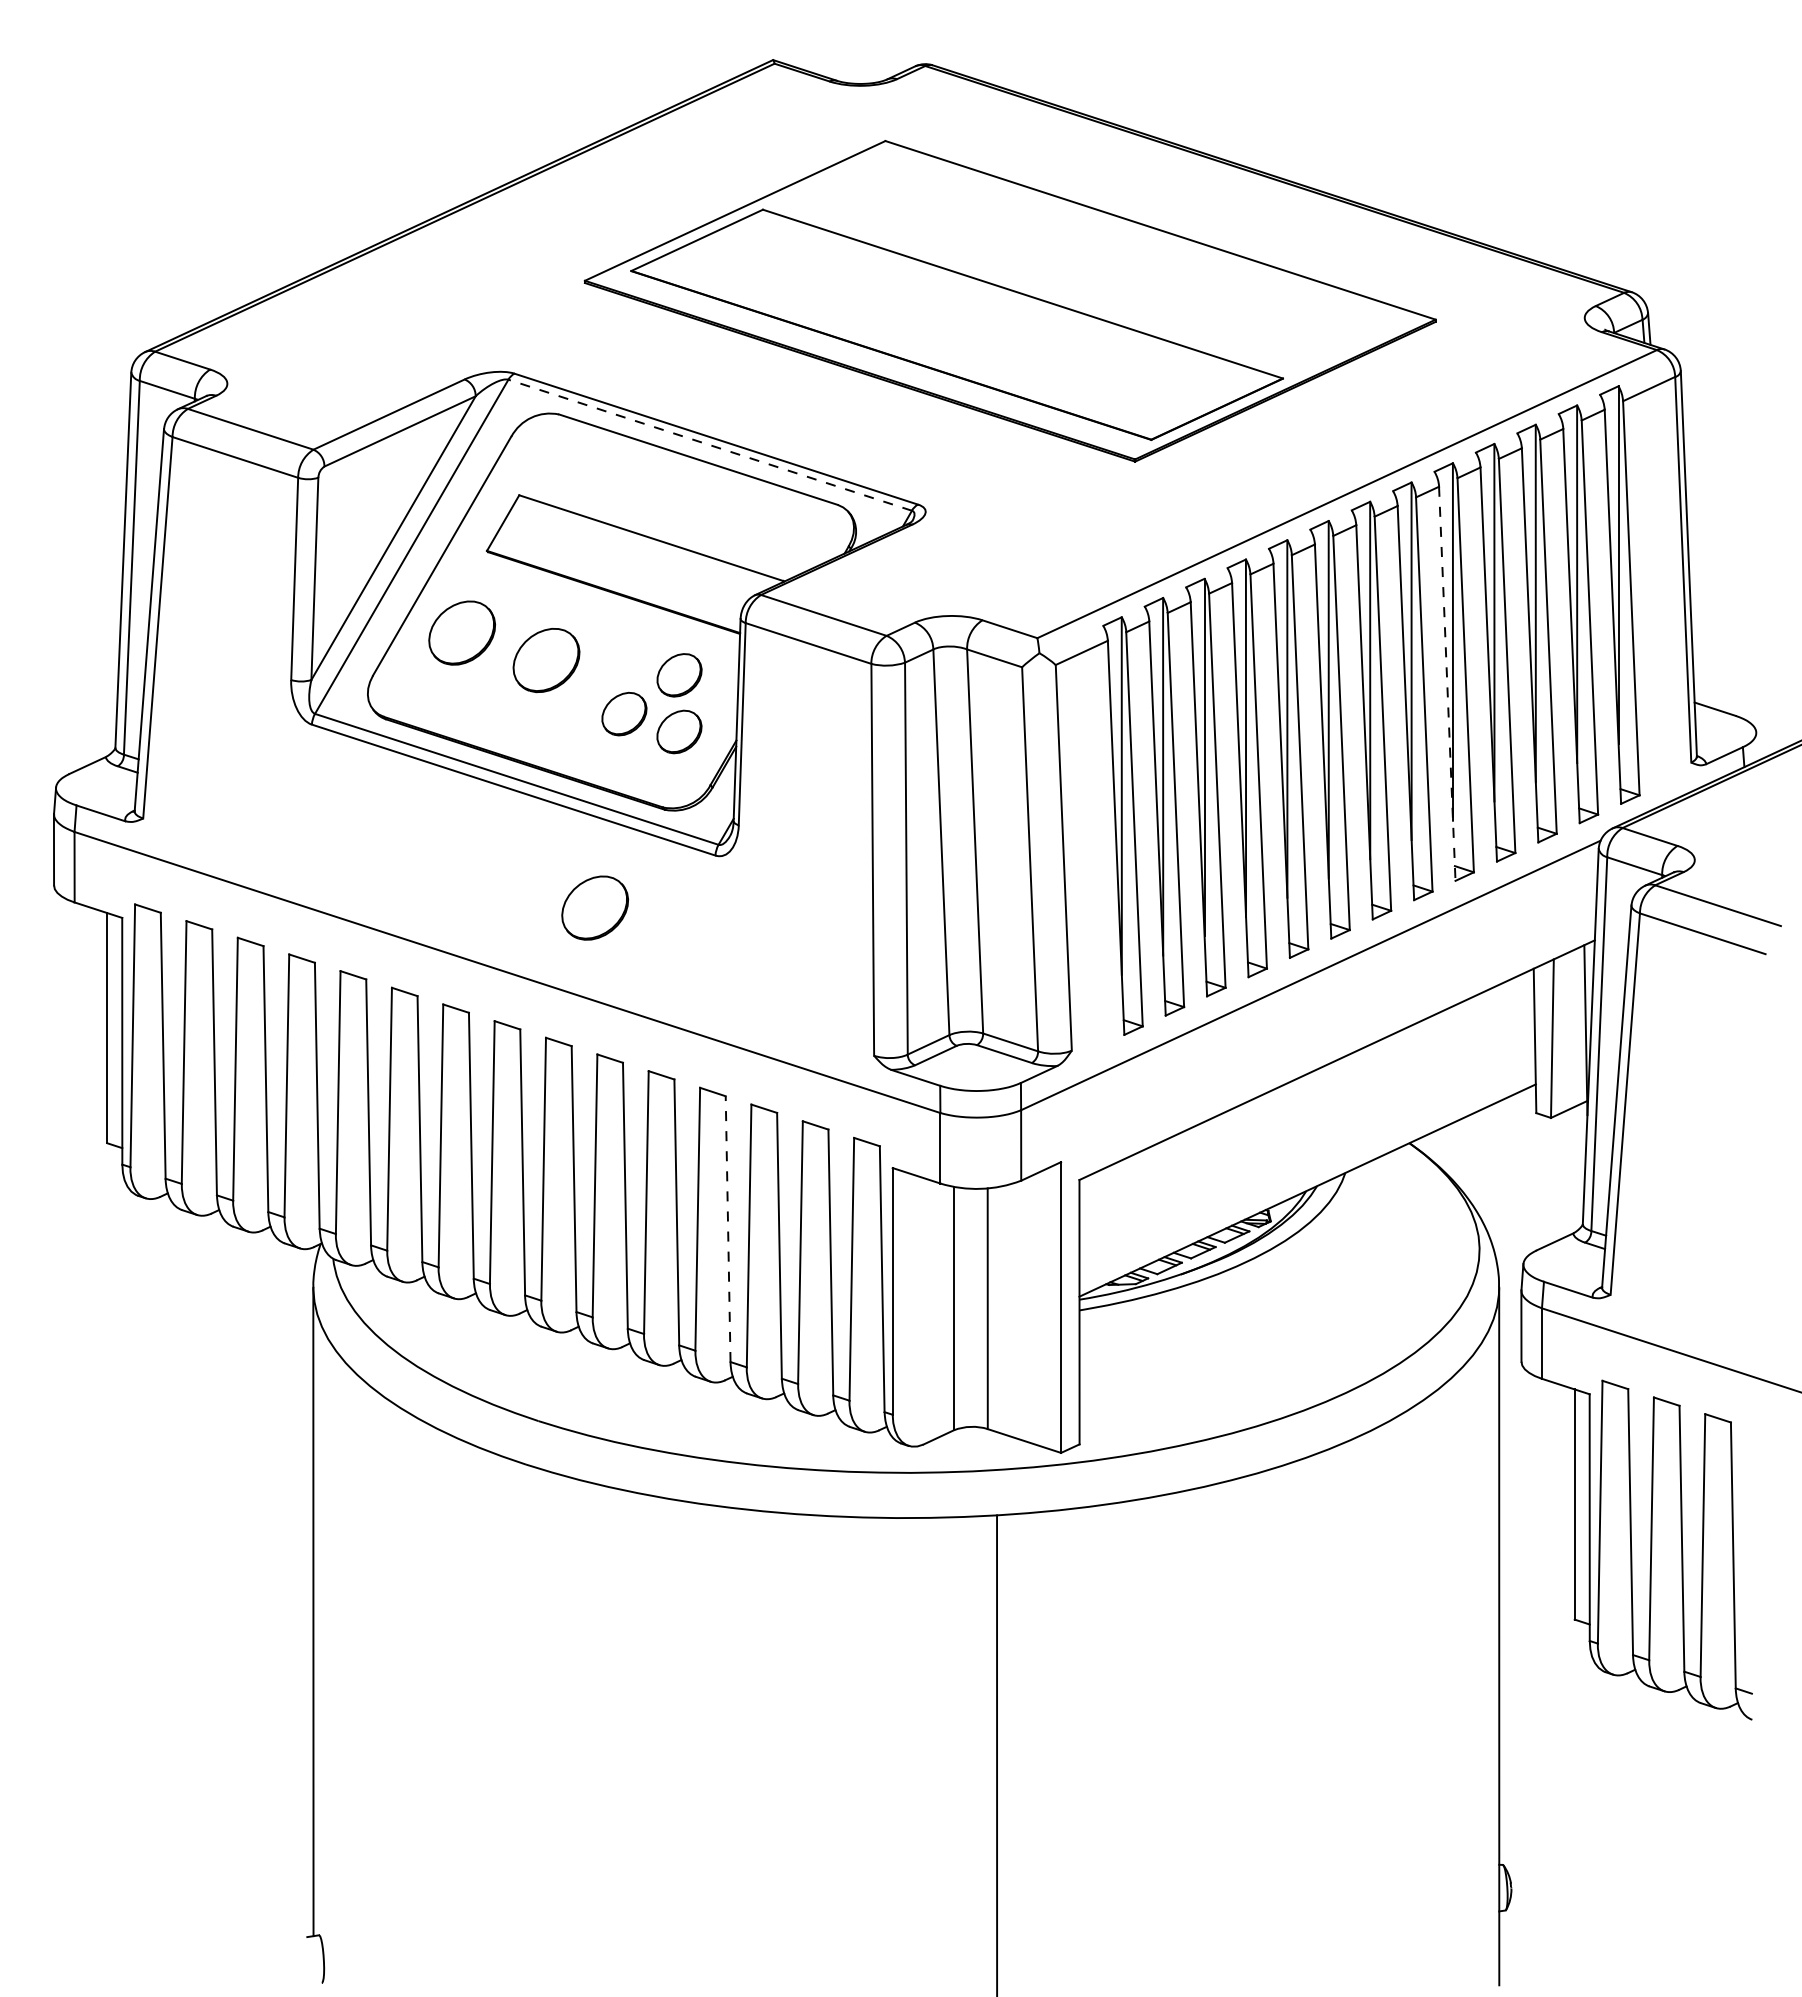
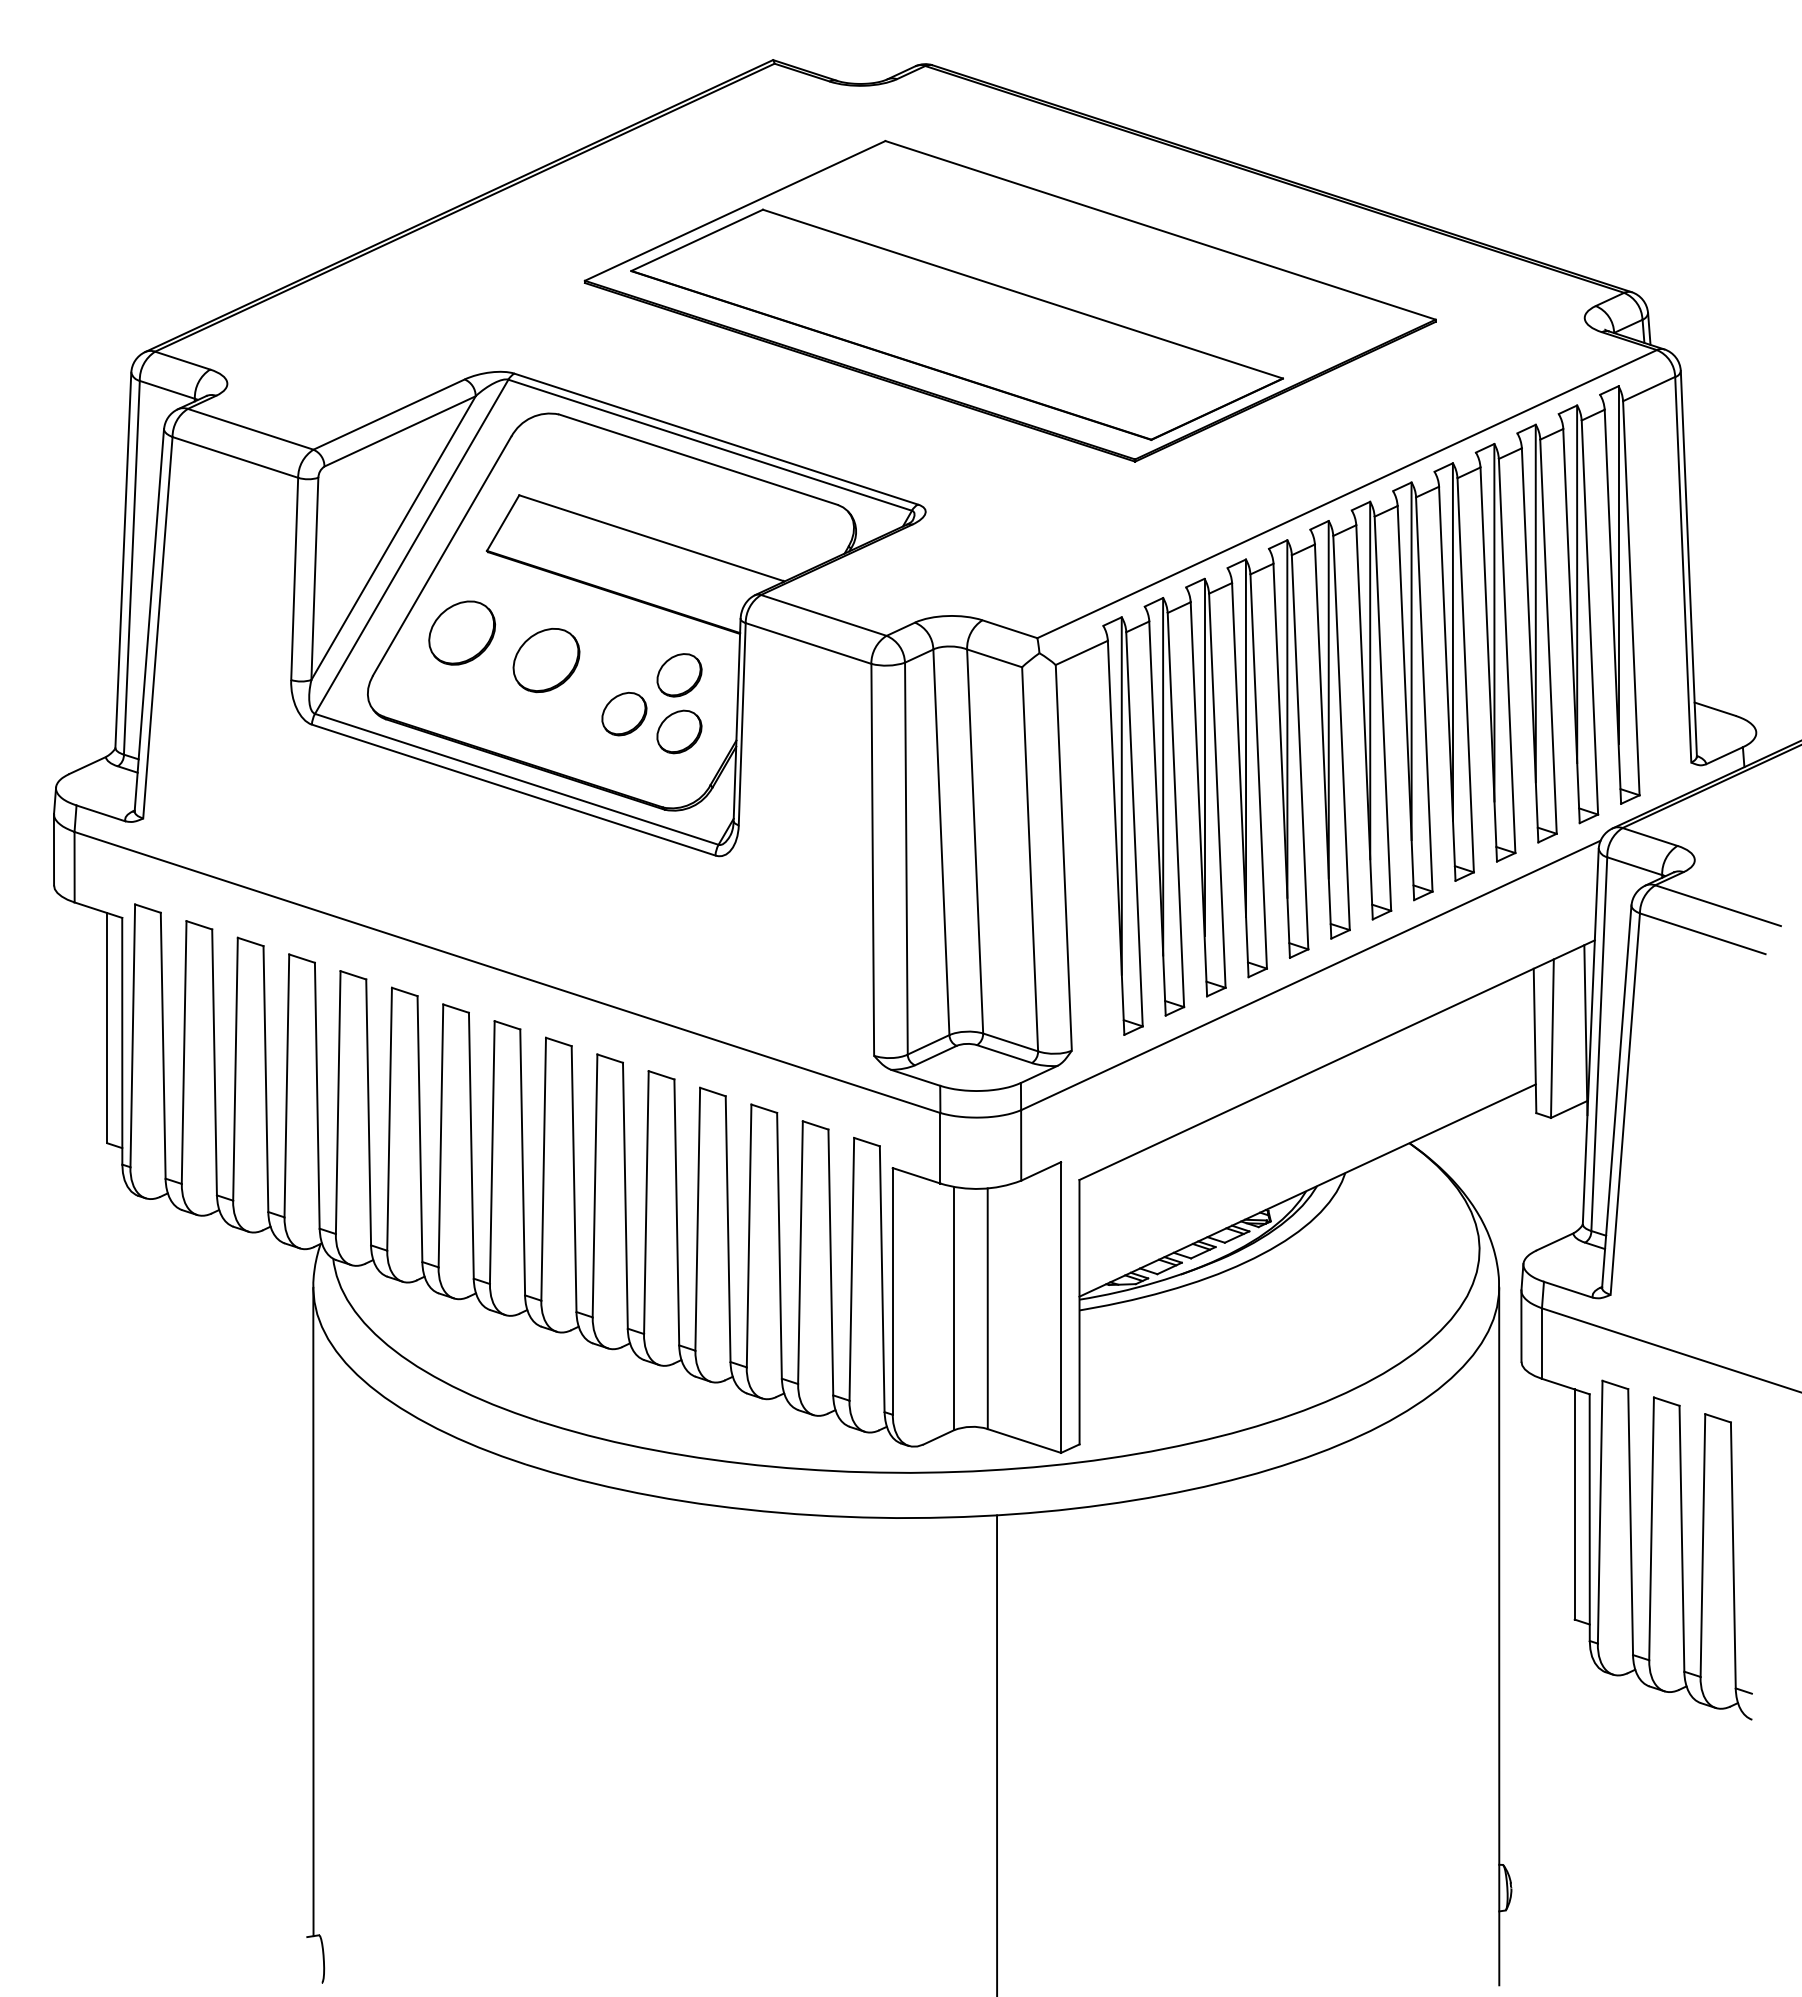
line at (709, 445): dashed -> solid
line at (1447, 684): dashed -> solid
part at (595, 907): present -> none
line at (728, 1229): dashed -> solid
